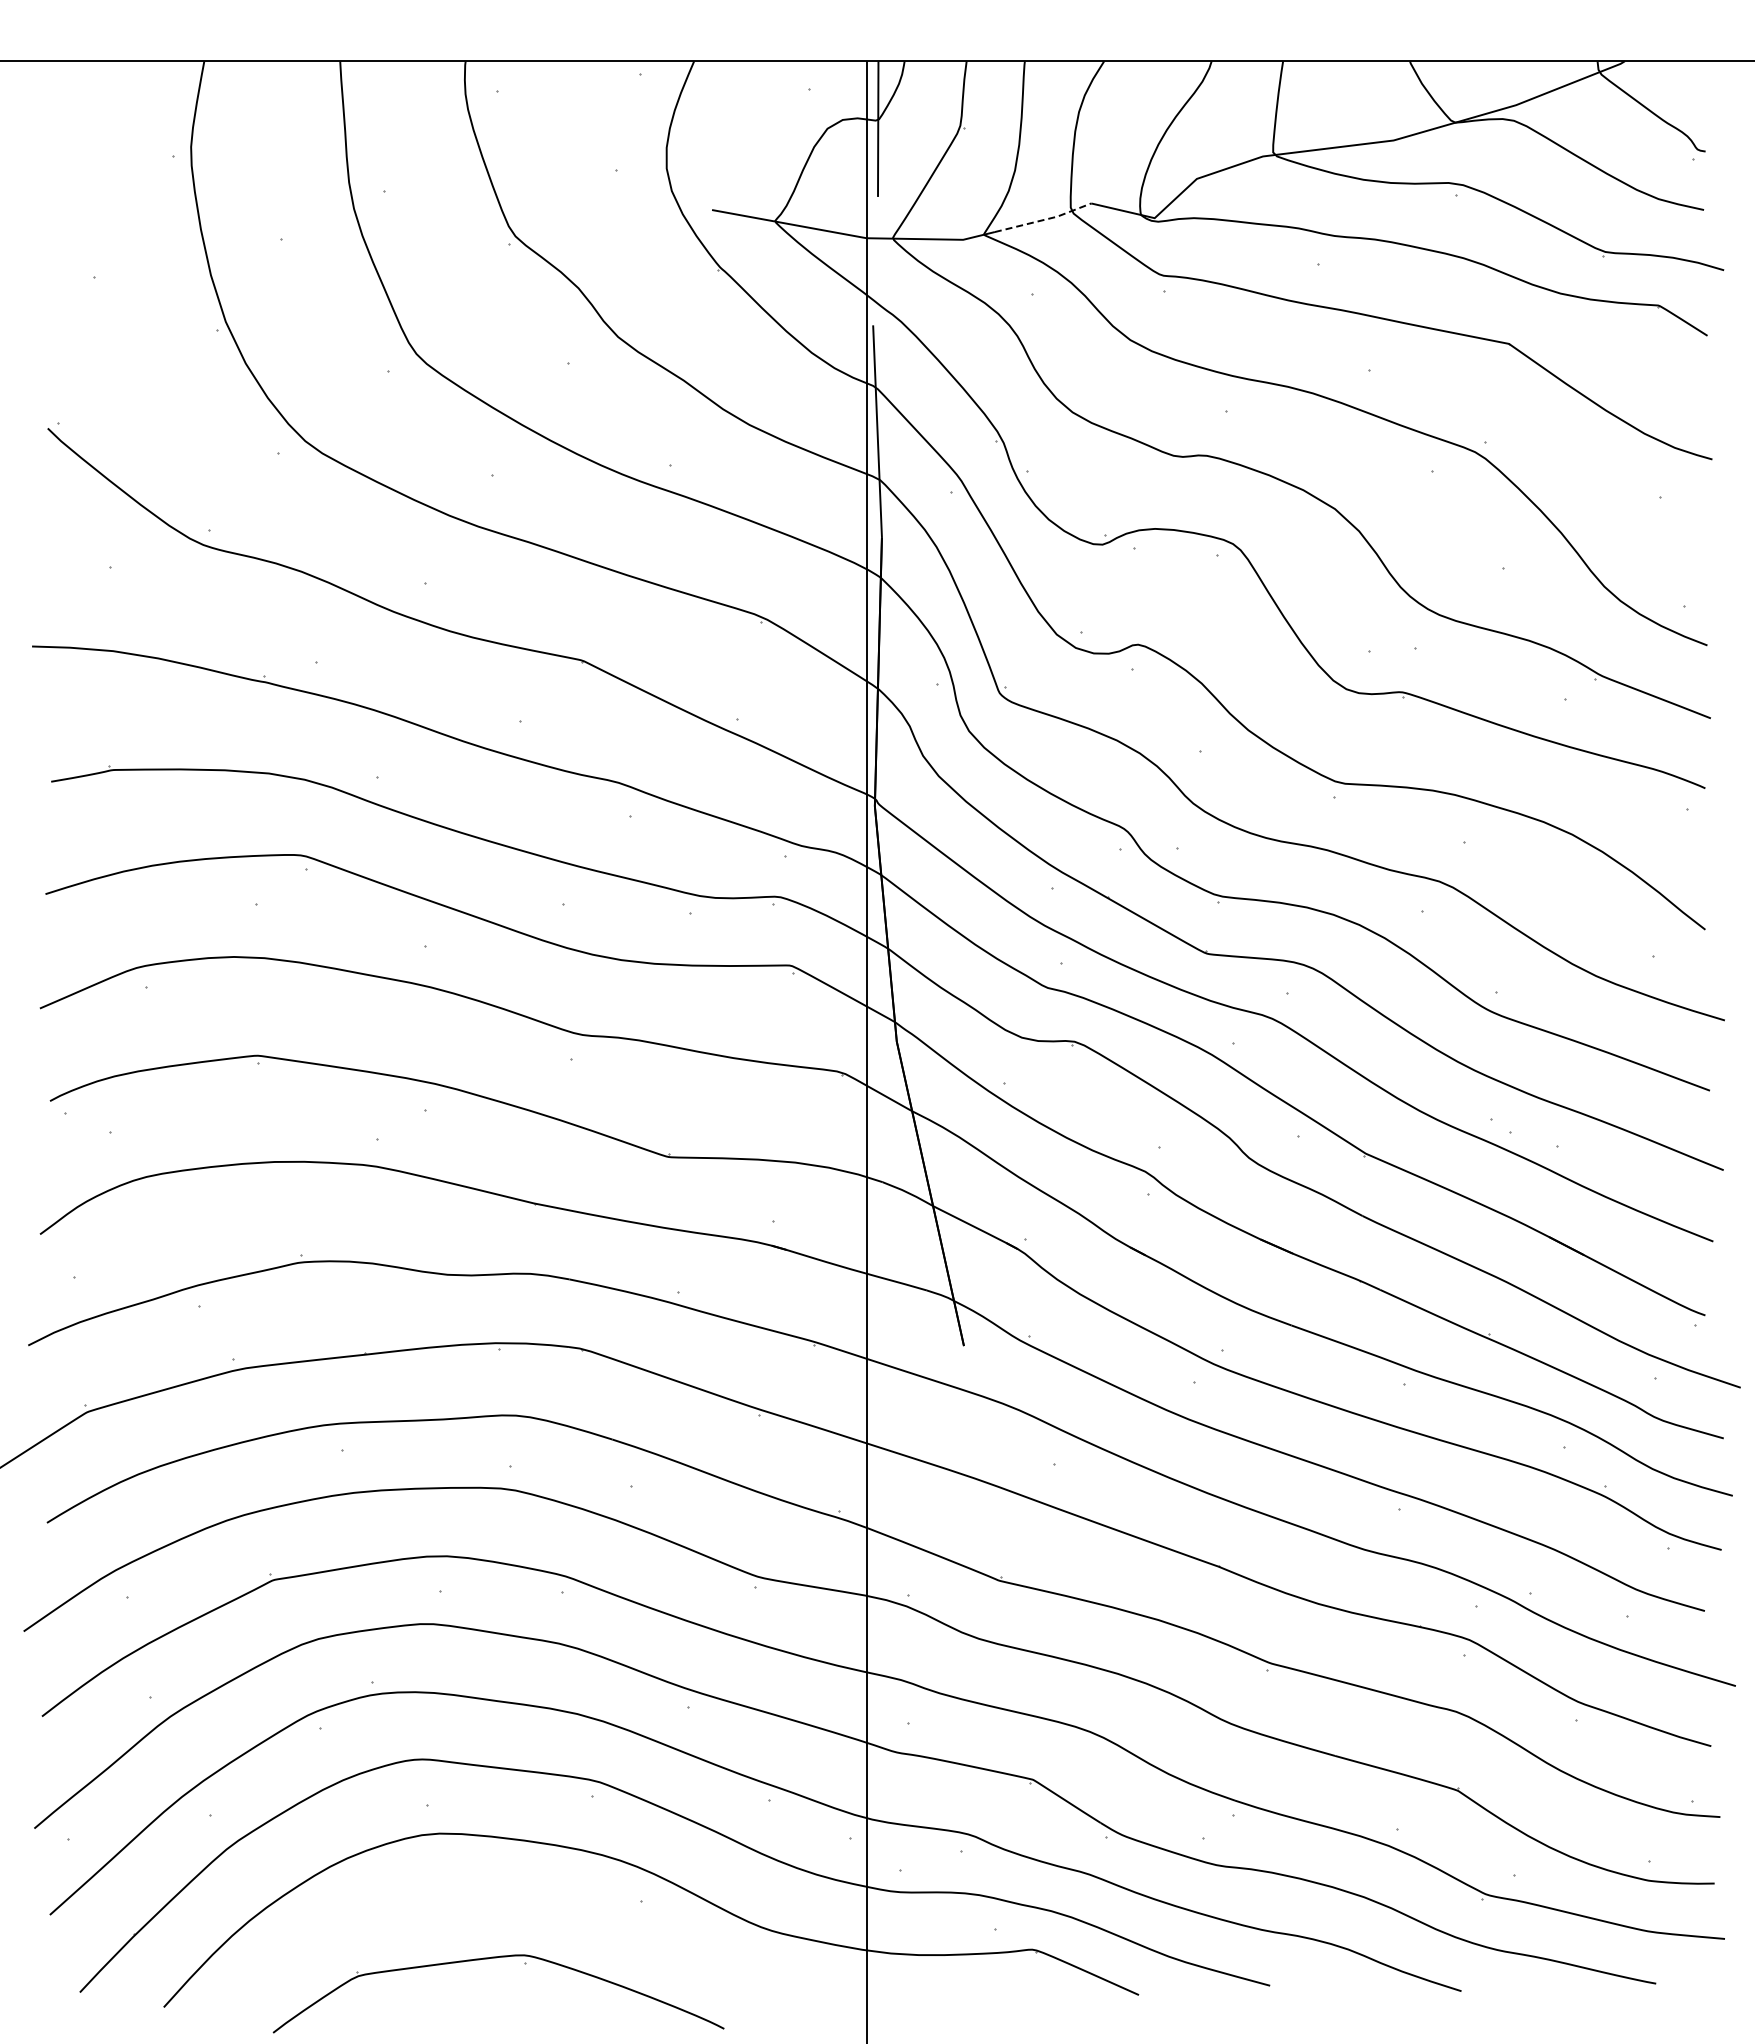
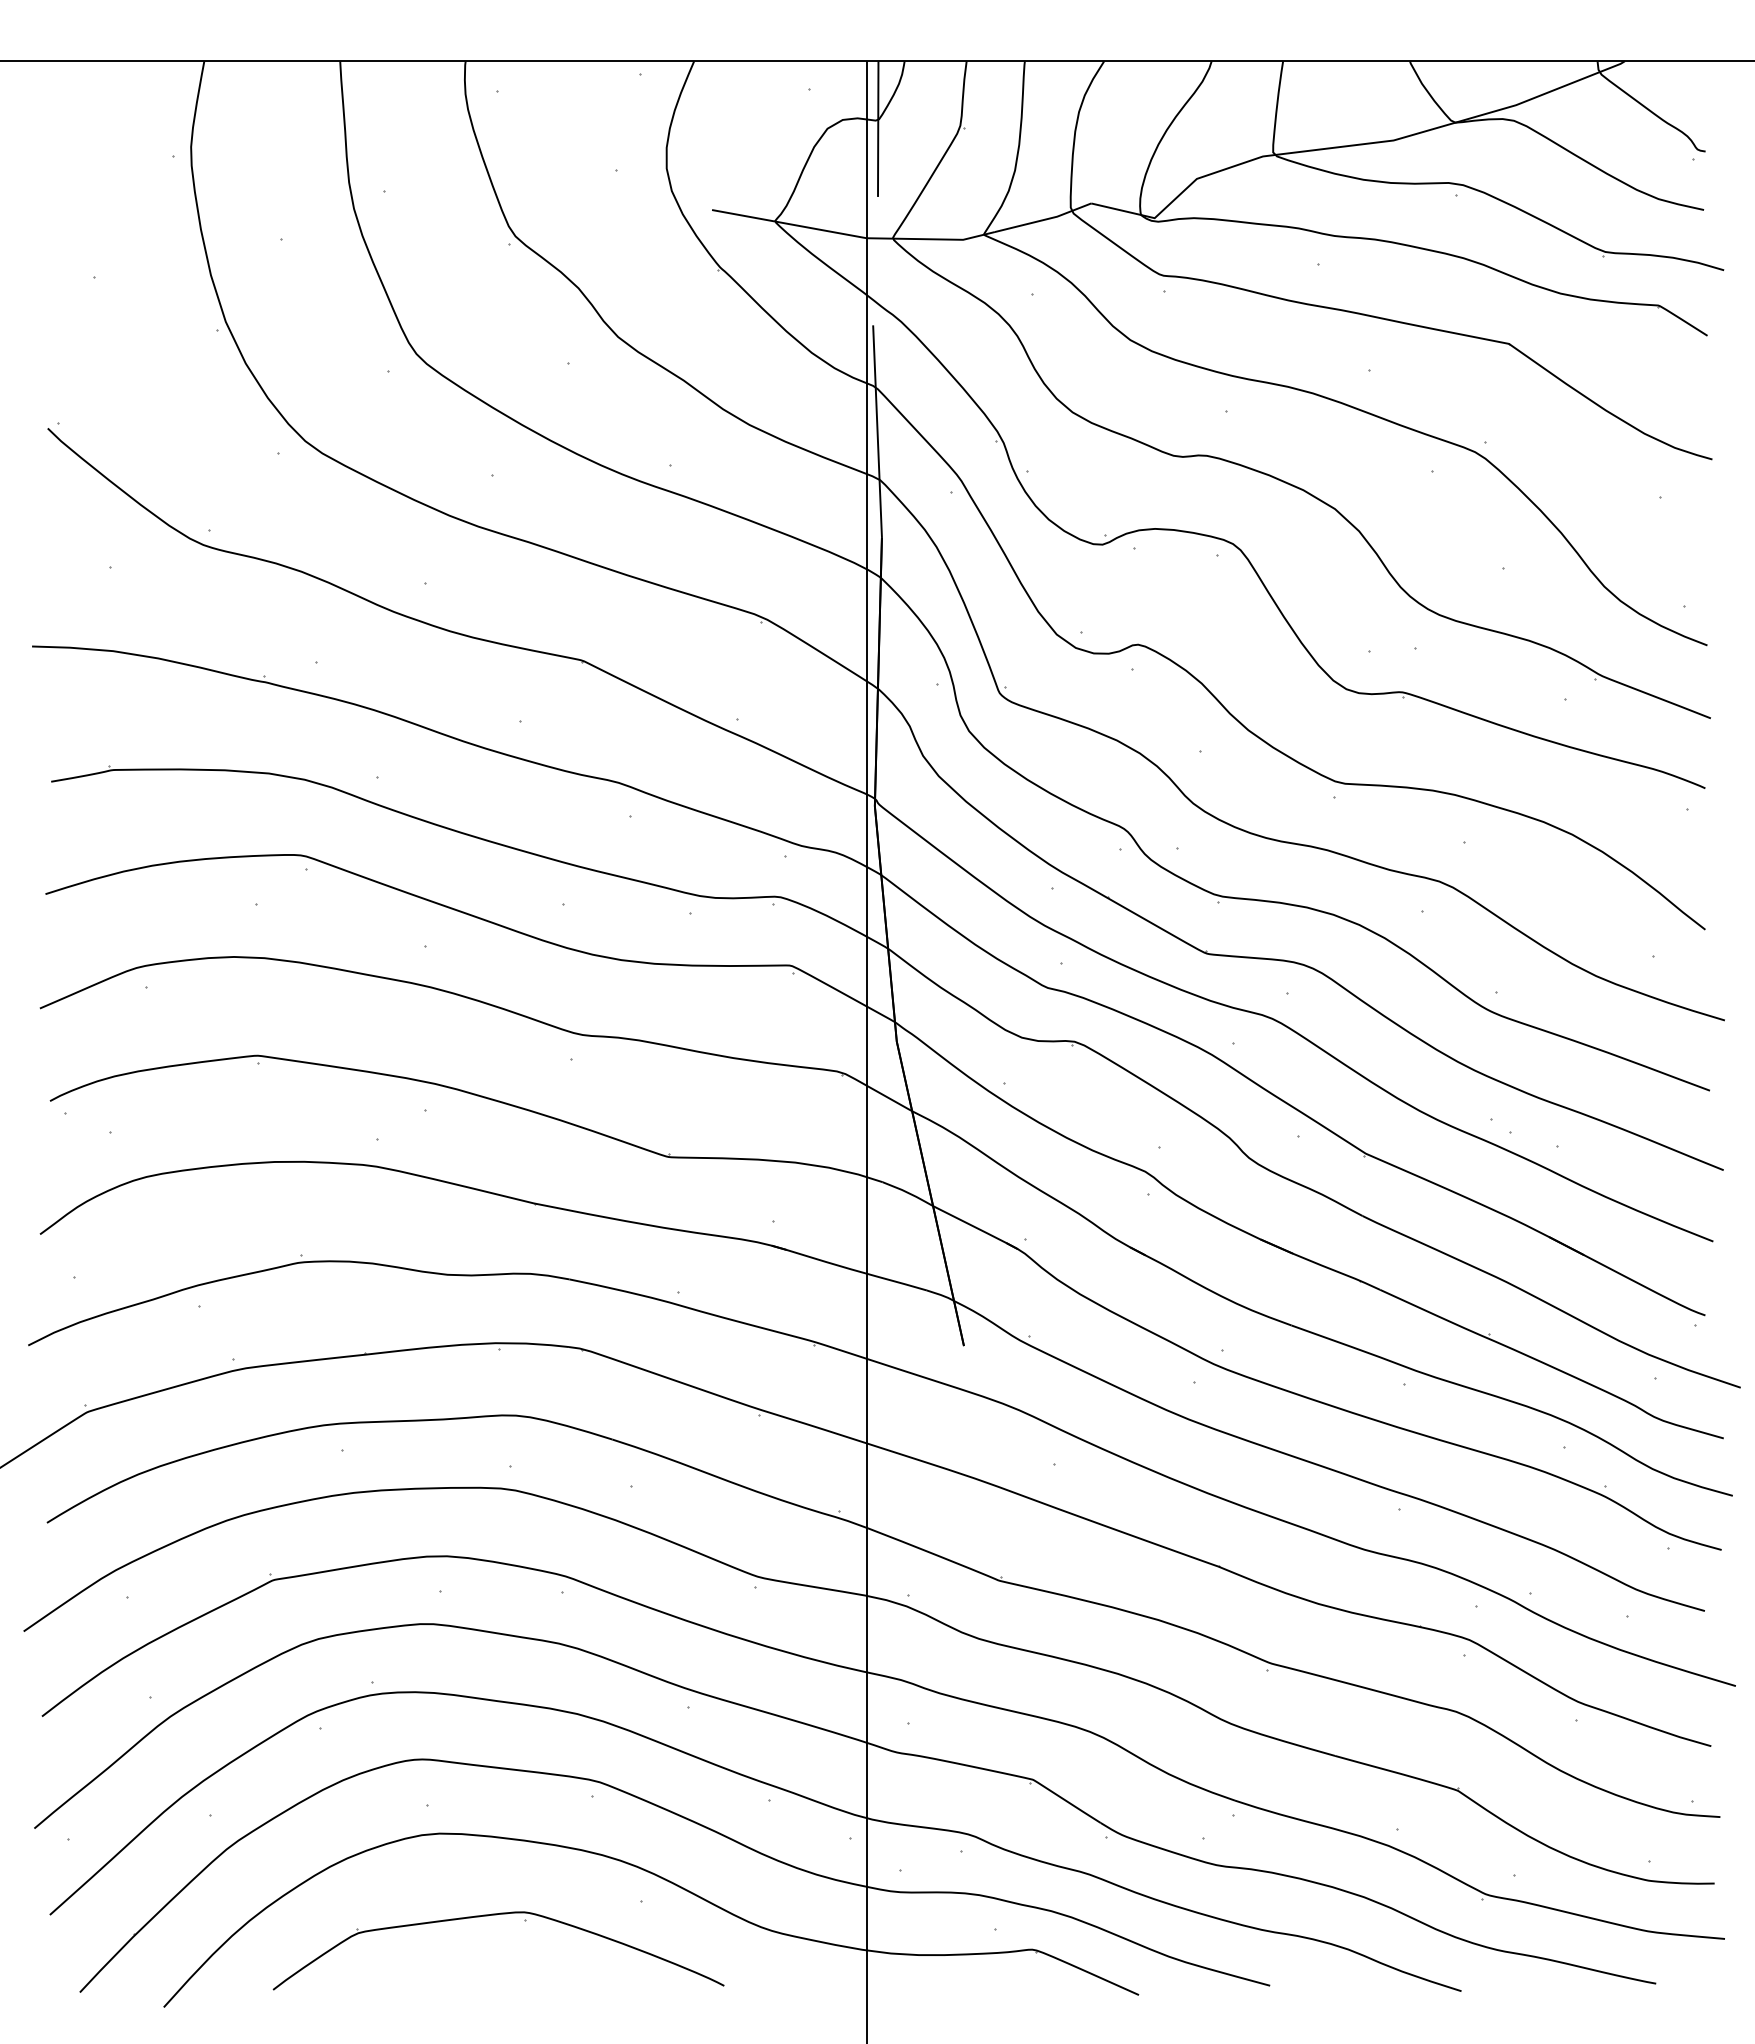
line at (1044, 219): dashed -> solid
part at (496, 1958) position: (496, 1958) -> (496, 1915)
